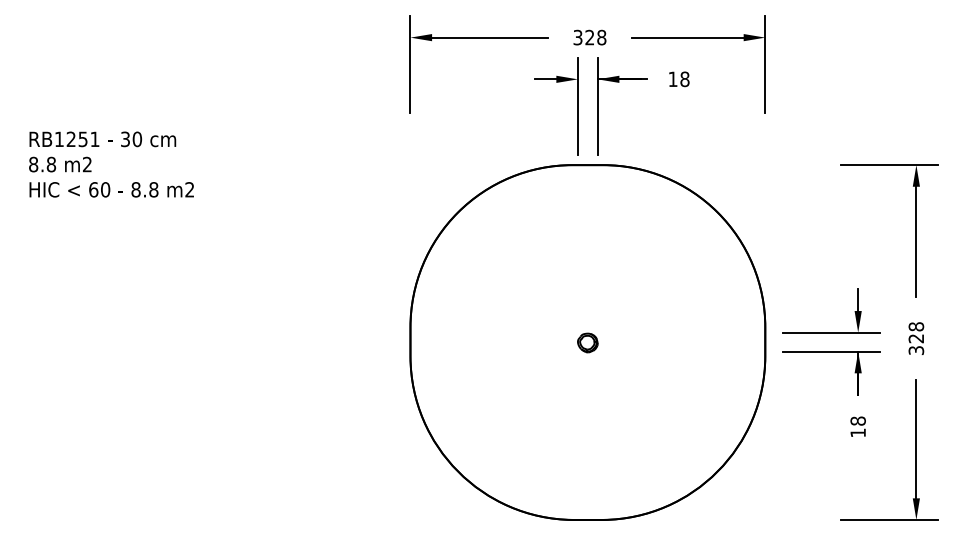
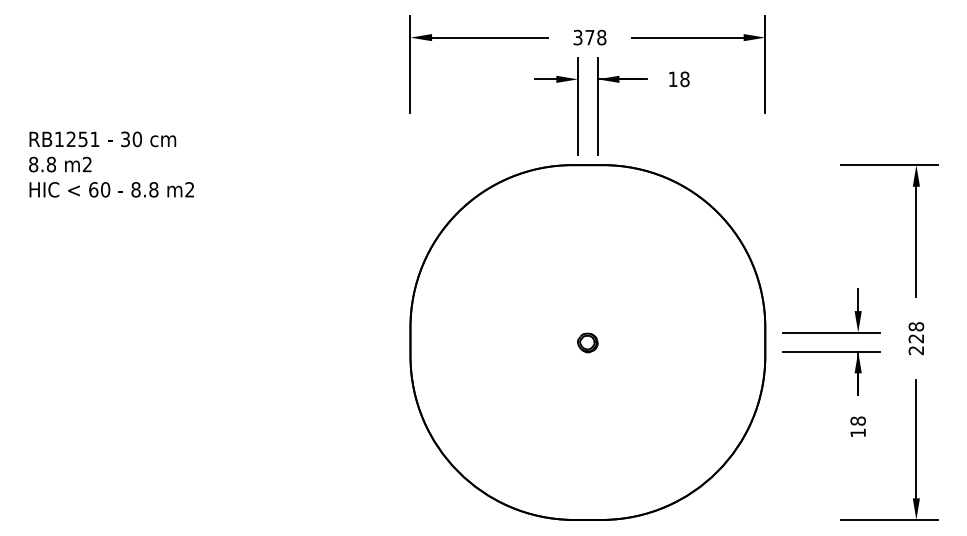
text at (589, 37): 328 -> 378
text at (916, 350): 328 -> 228
